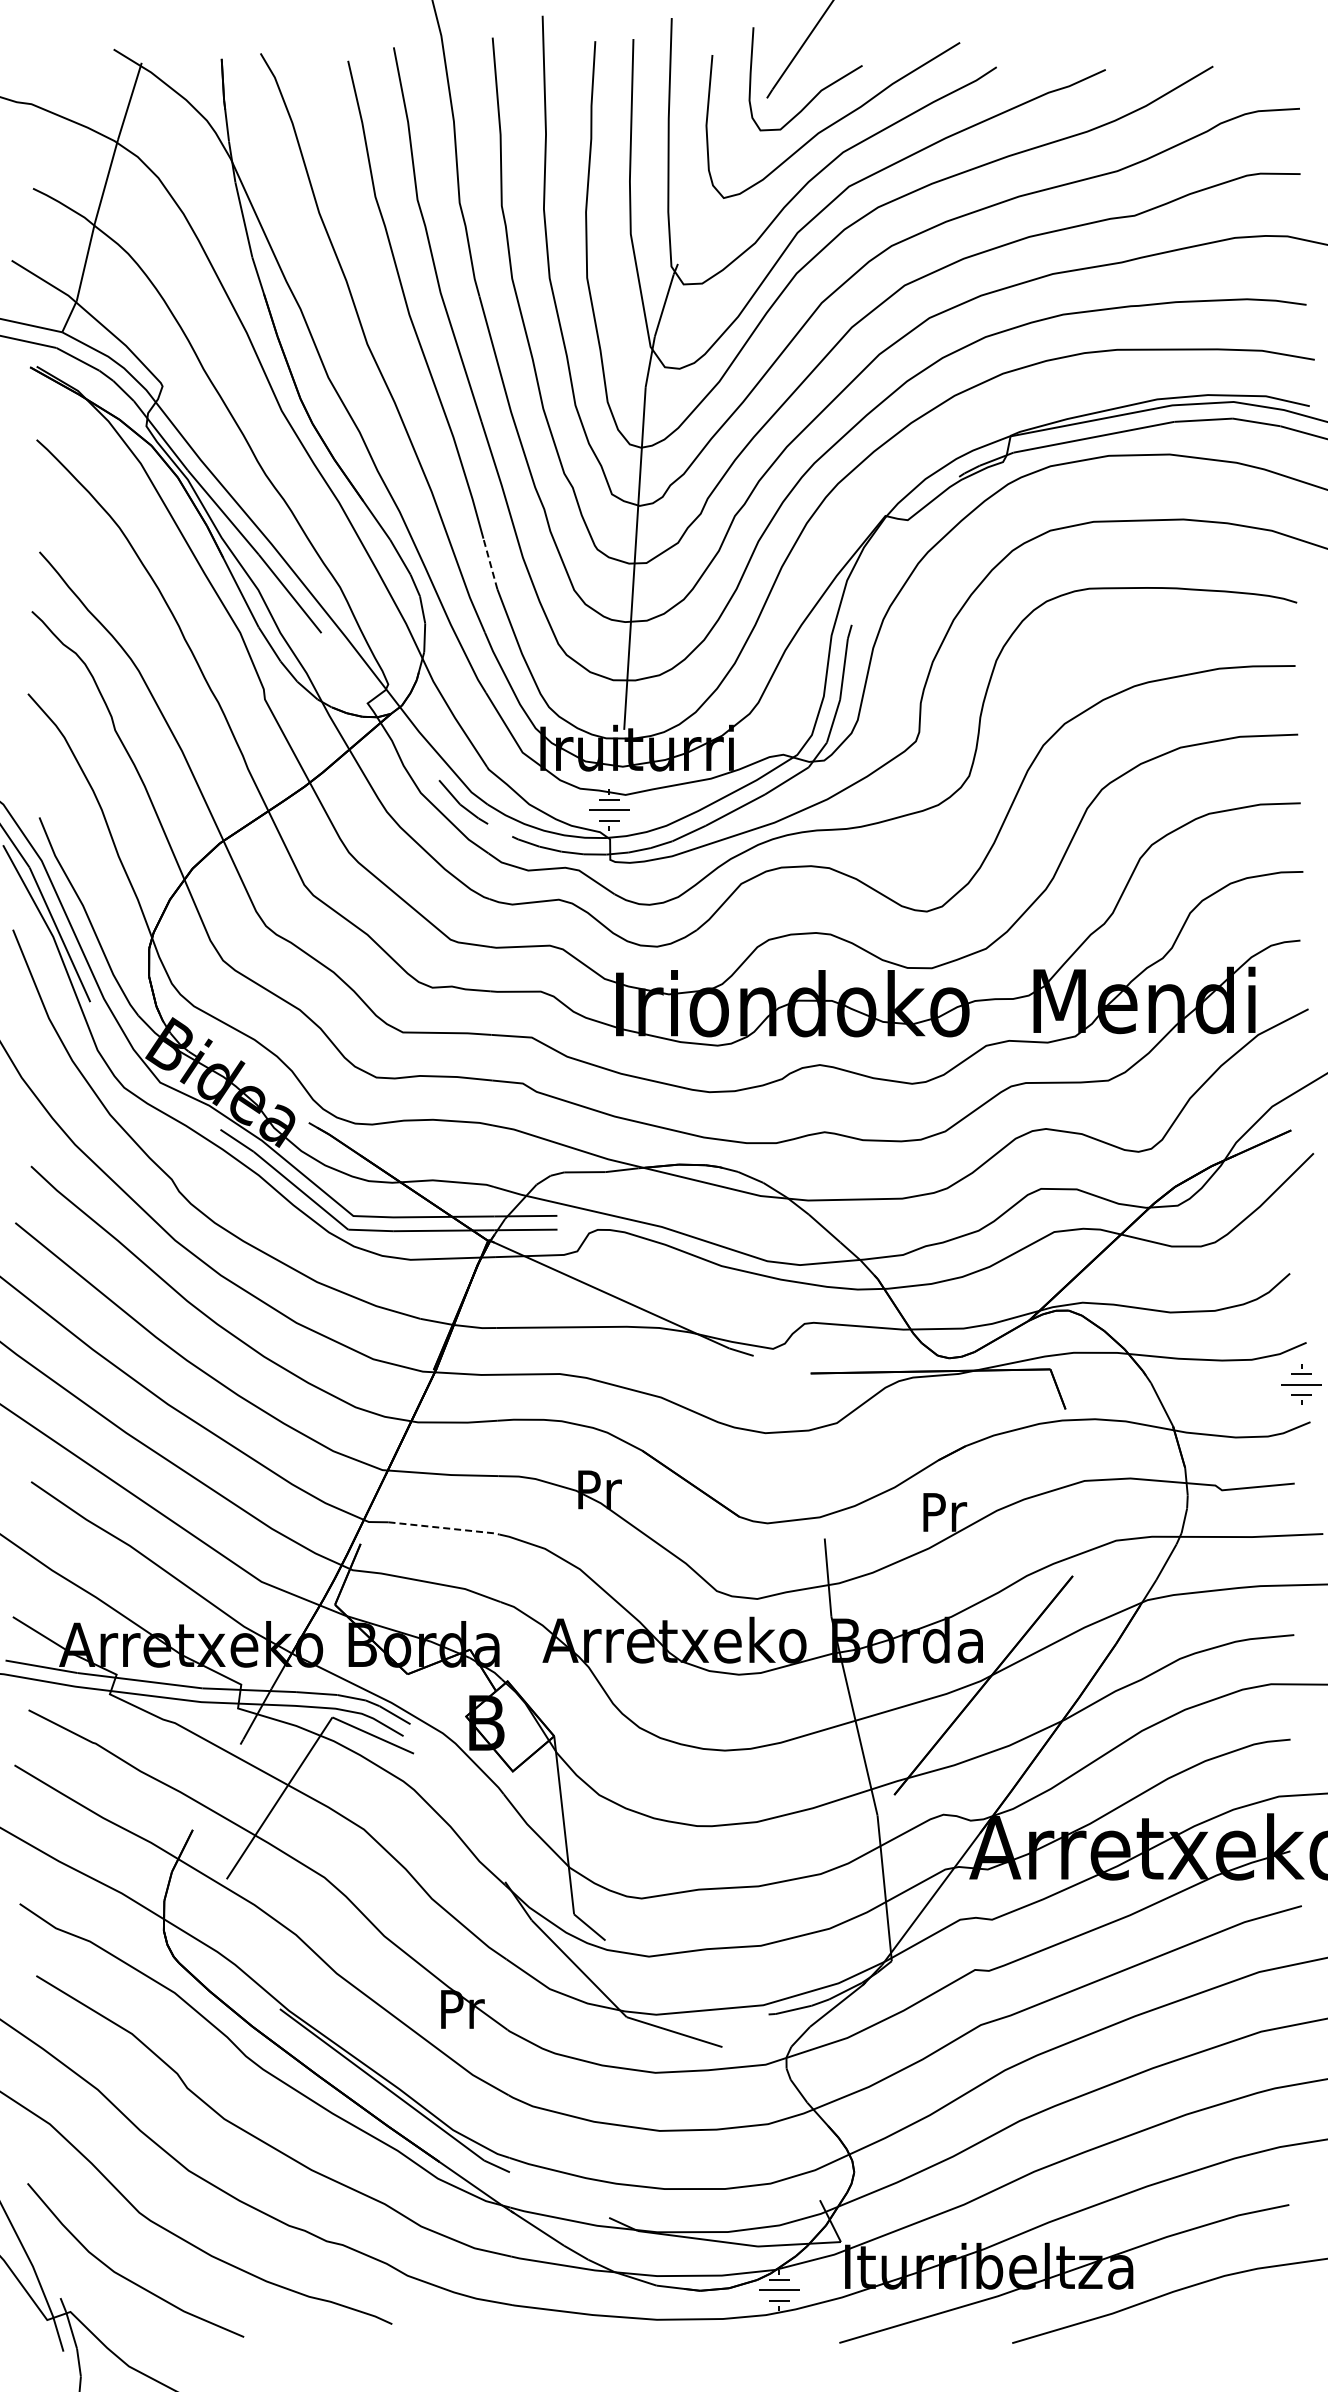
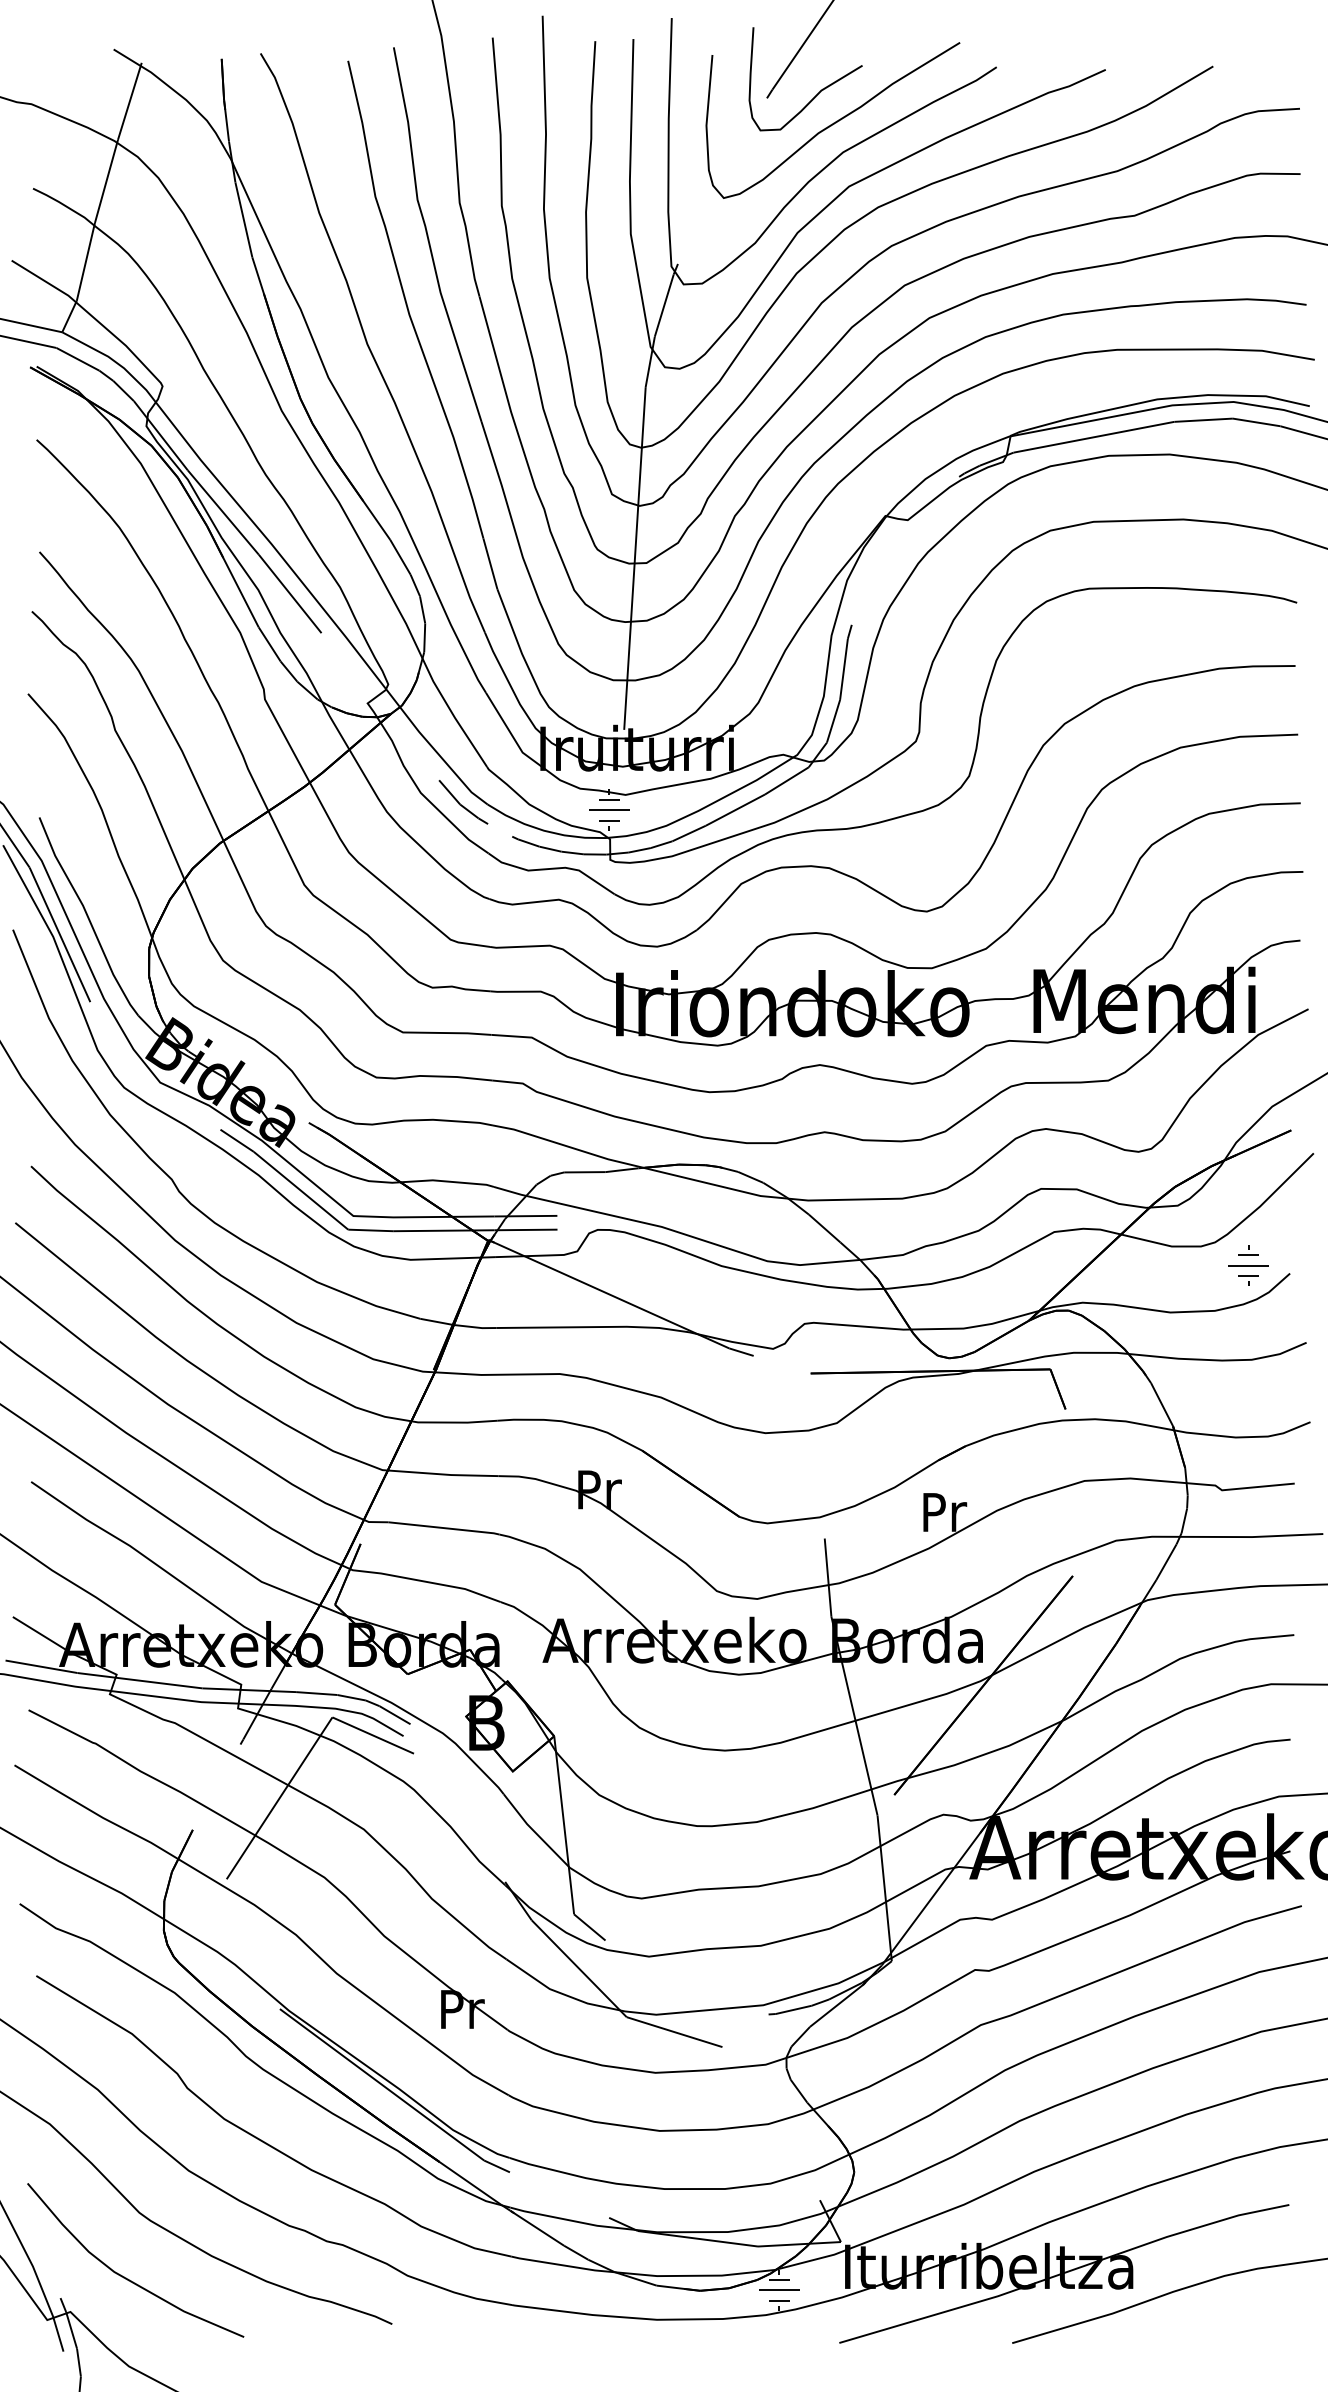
line at (490, 563): dashed -> solid
part at (1301, 1384) position: (1301, 1384) -> (1248, 1265)
line at (445, 1528): dashed -> solid
